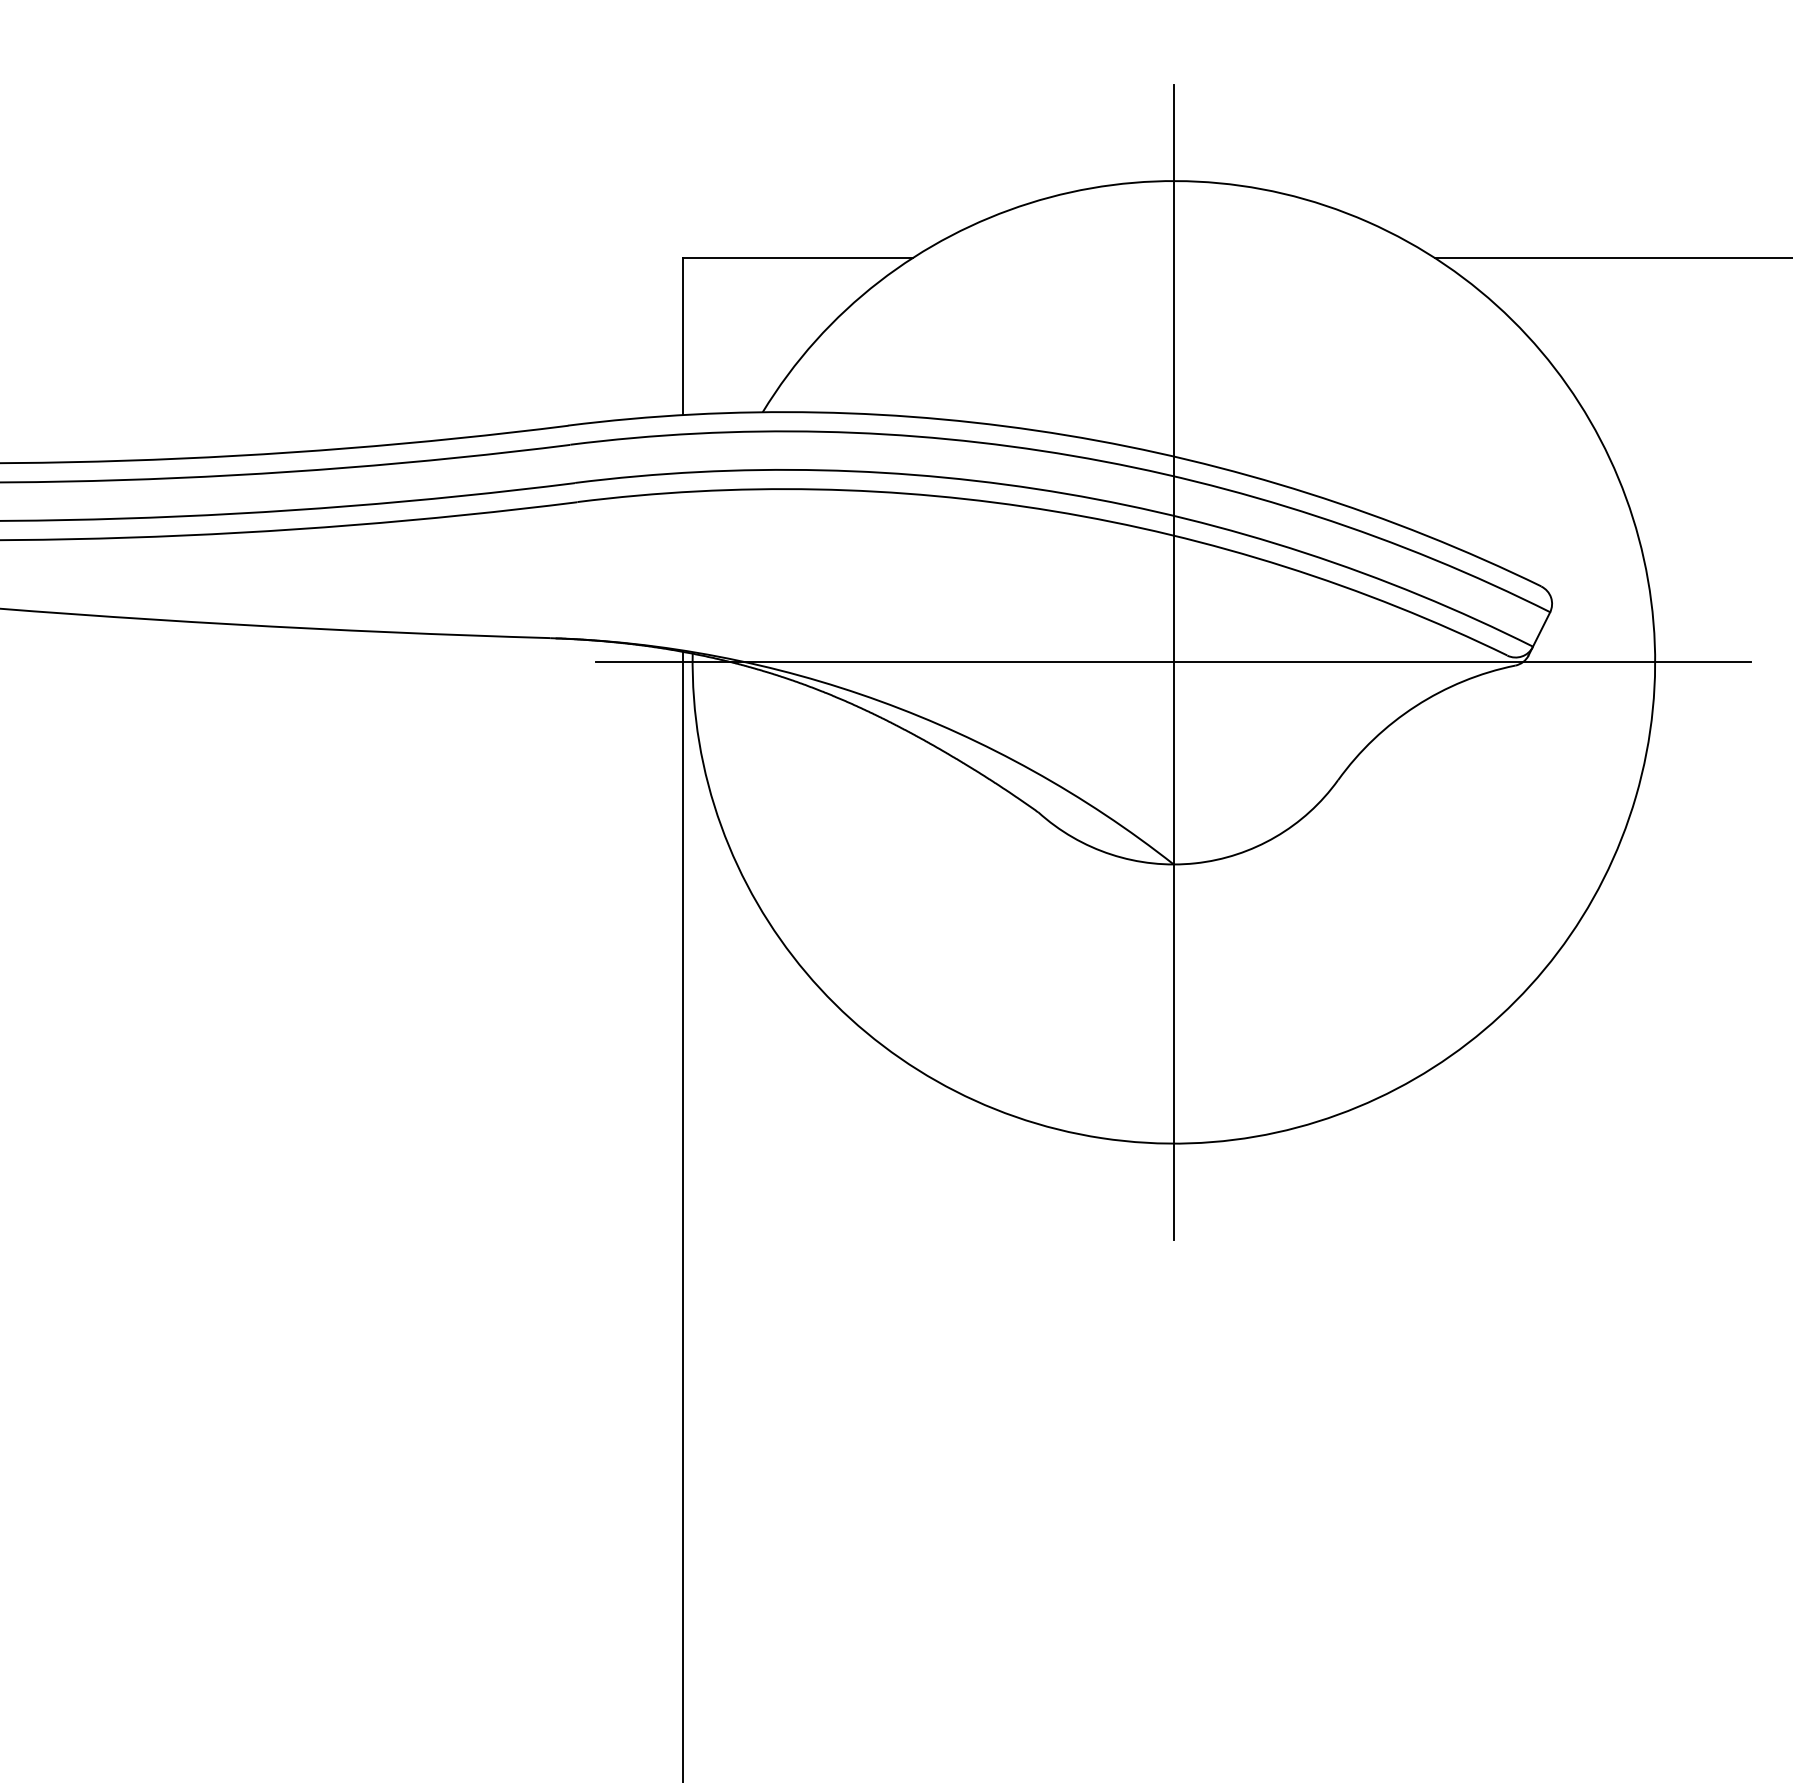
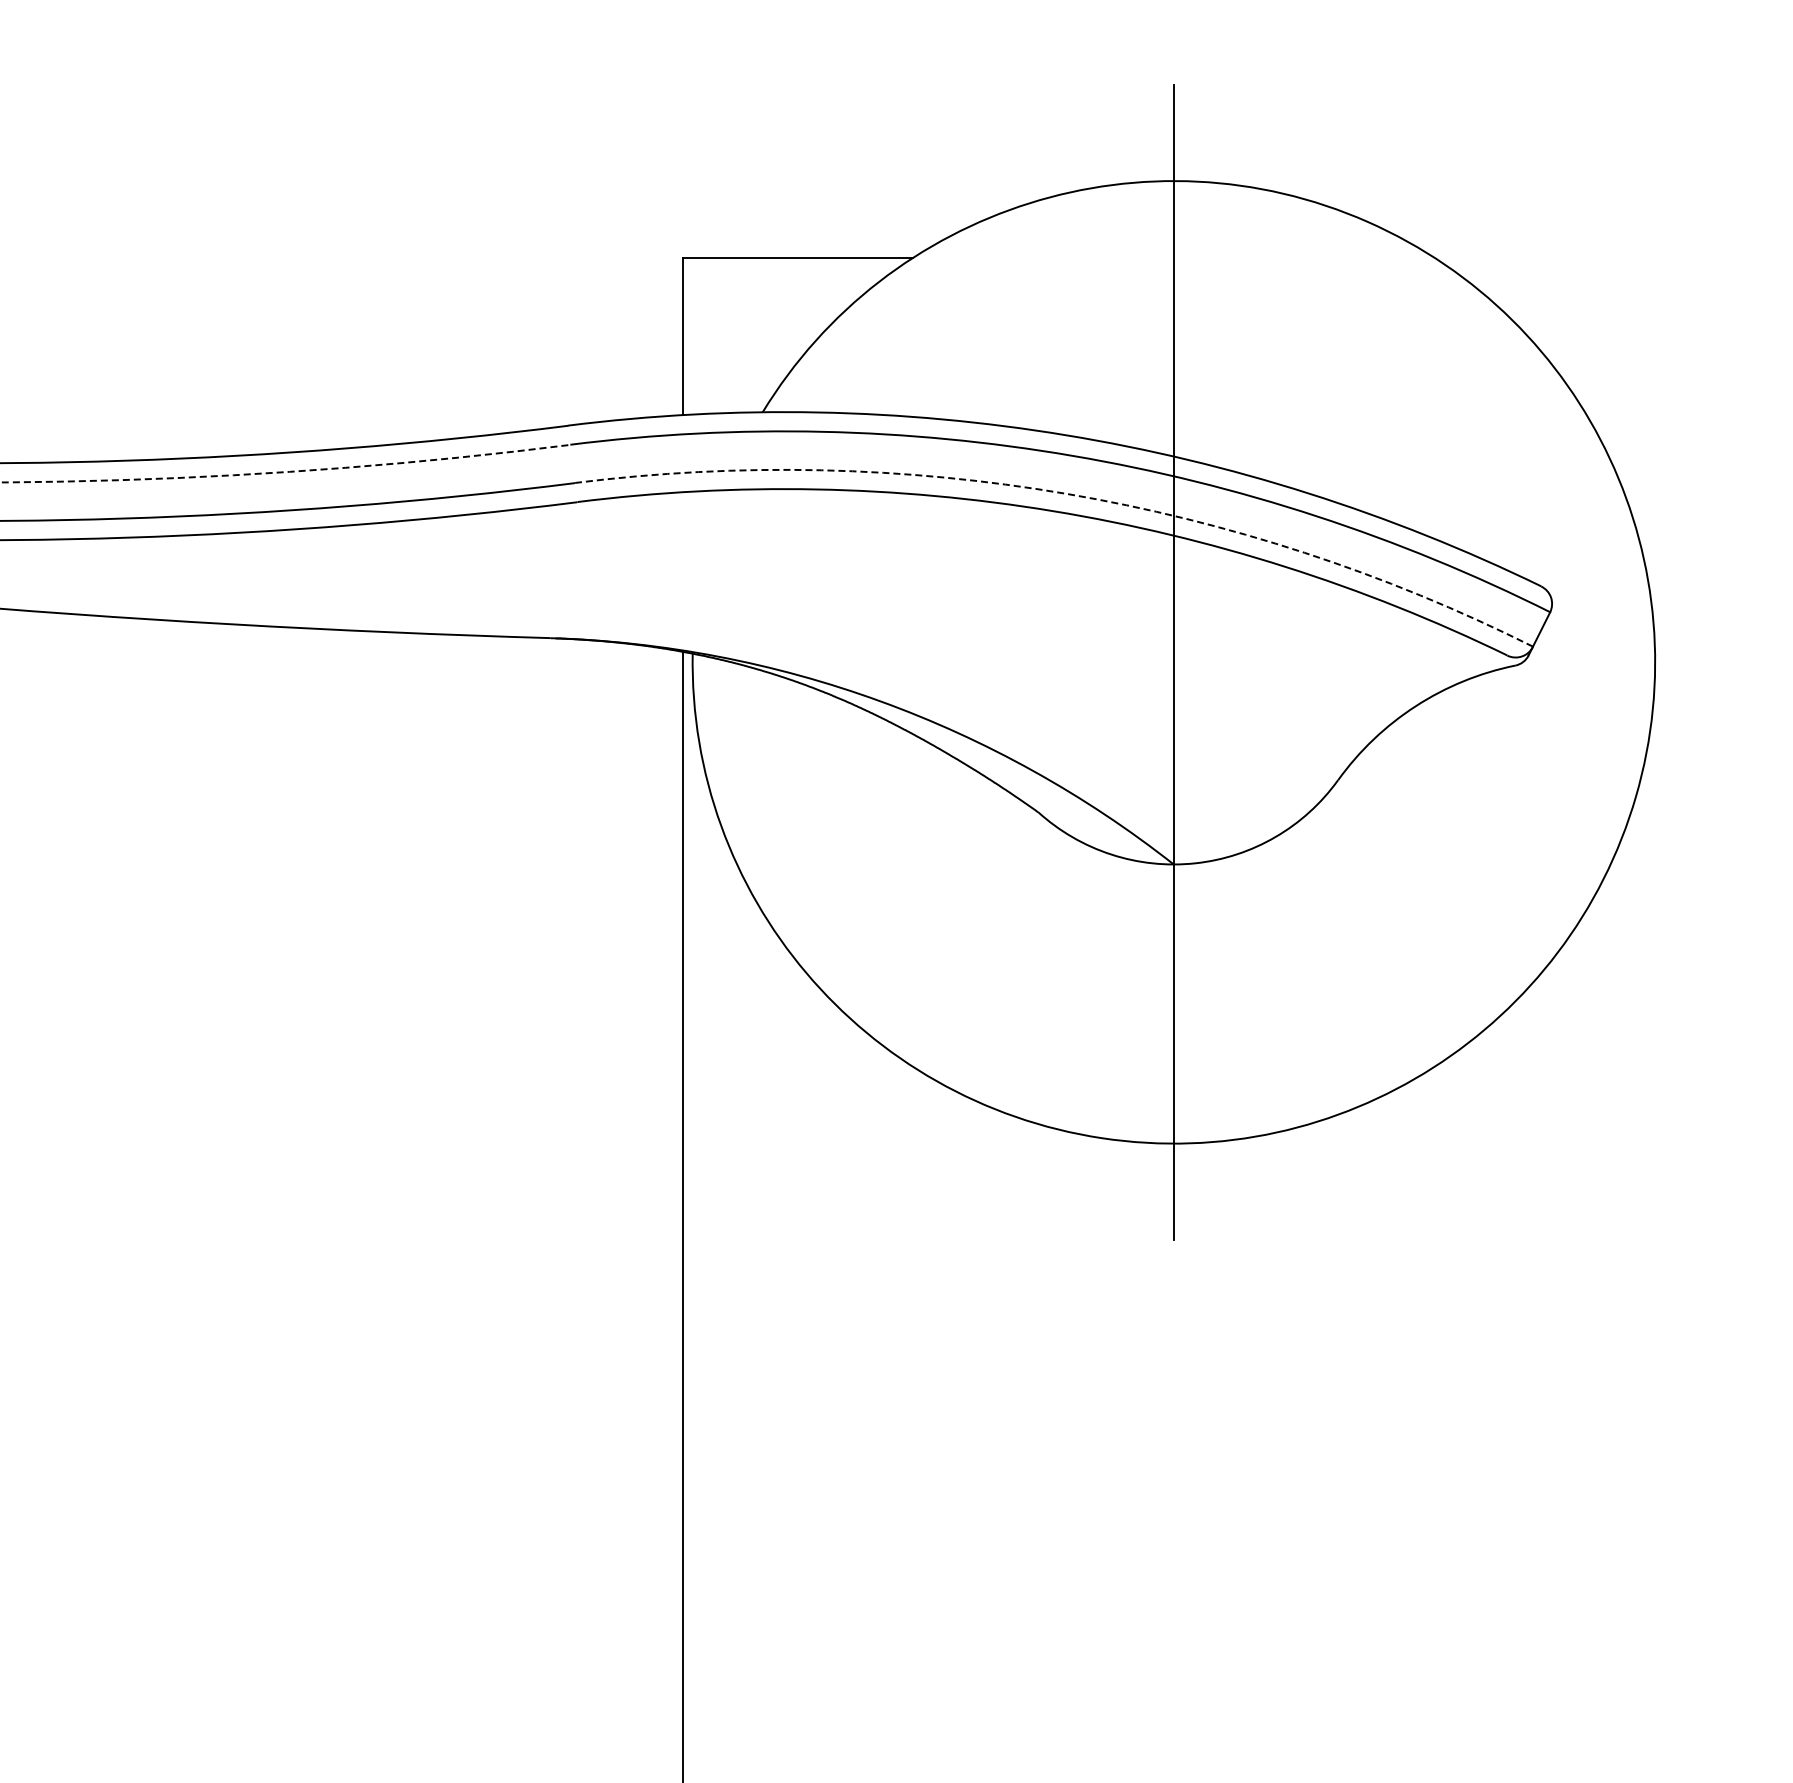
line at (1611, 258): present -> none
arc at (285, 472): solid -> dashed
arc at (1066, 493): solid -> dashed
line at (1173, 662): present -> none
